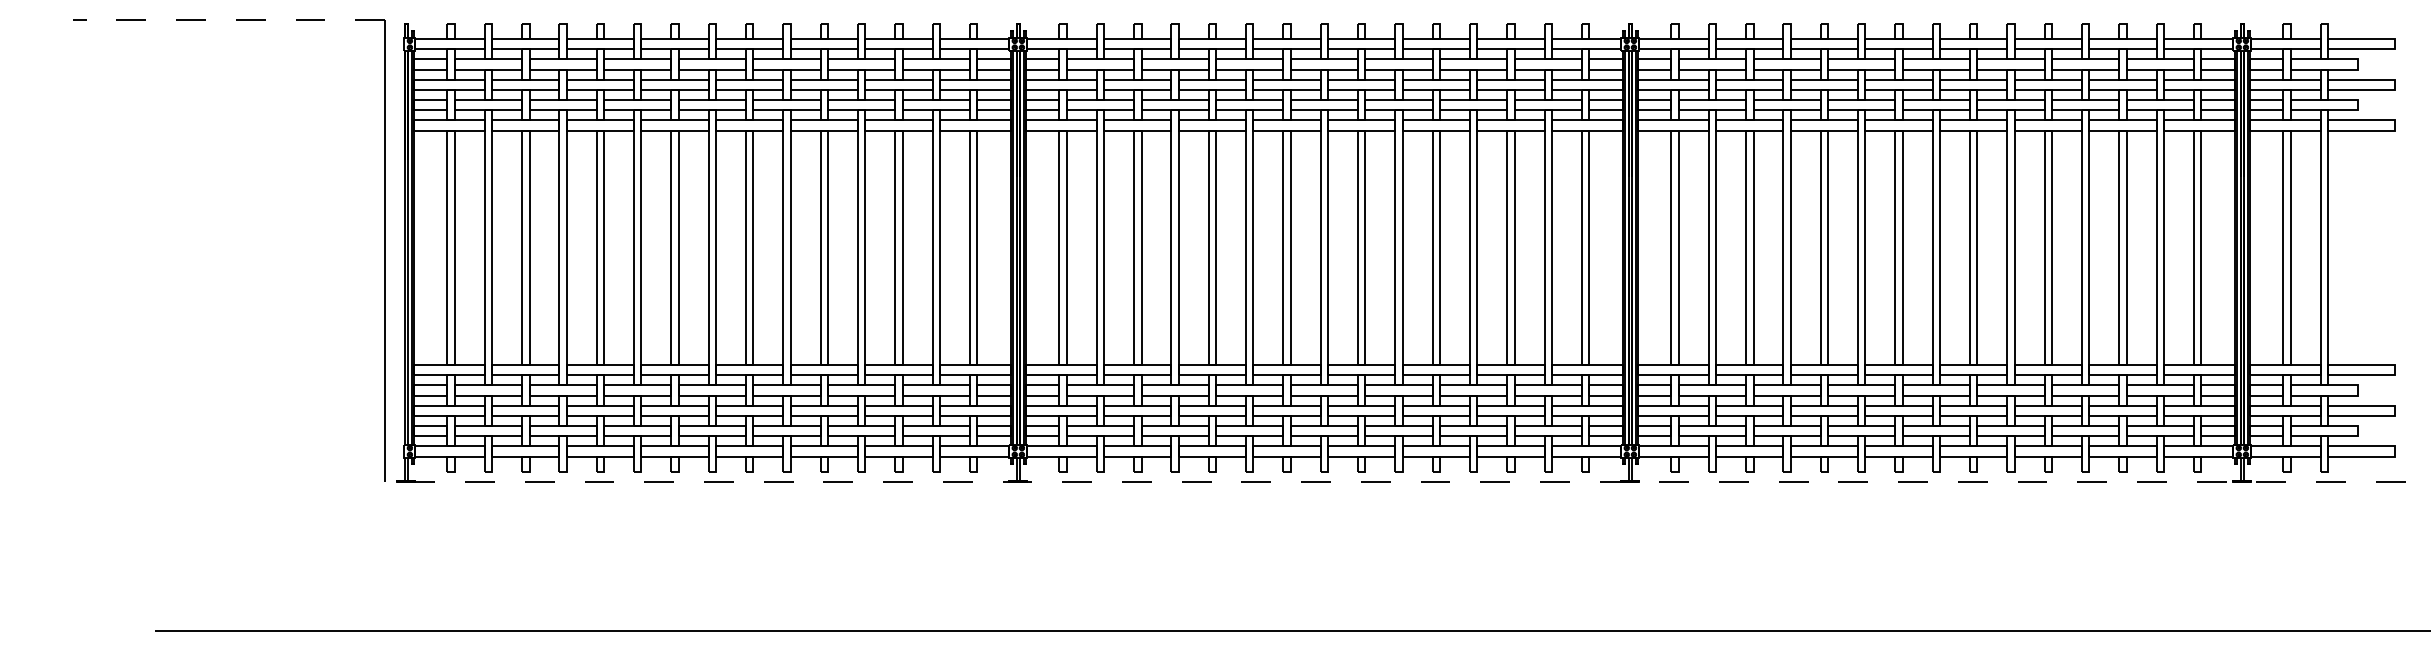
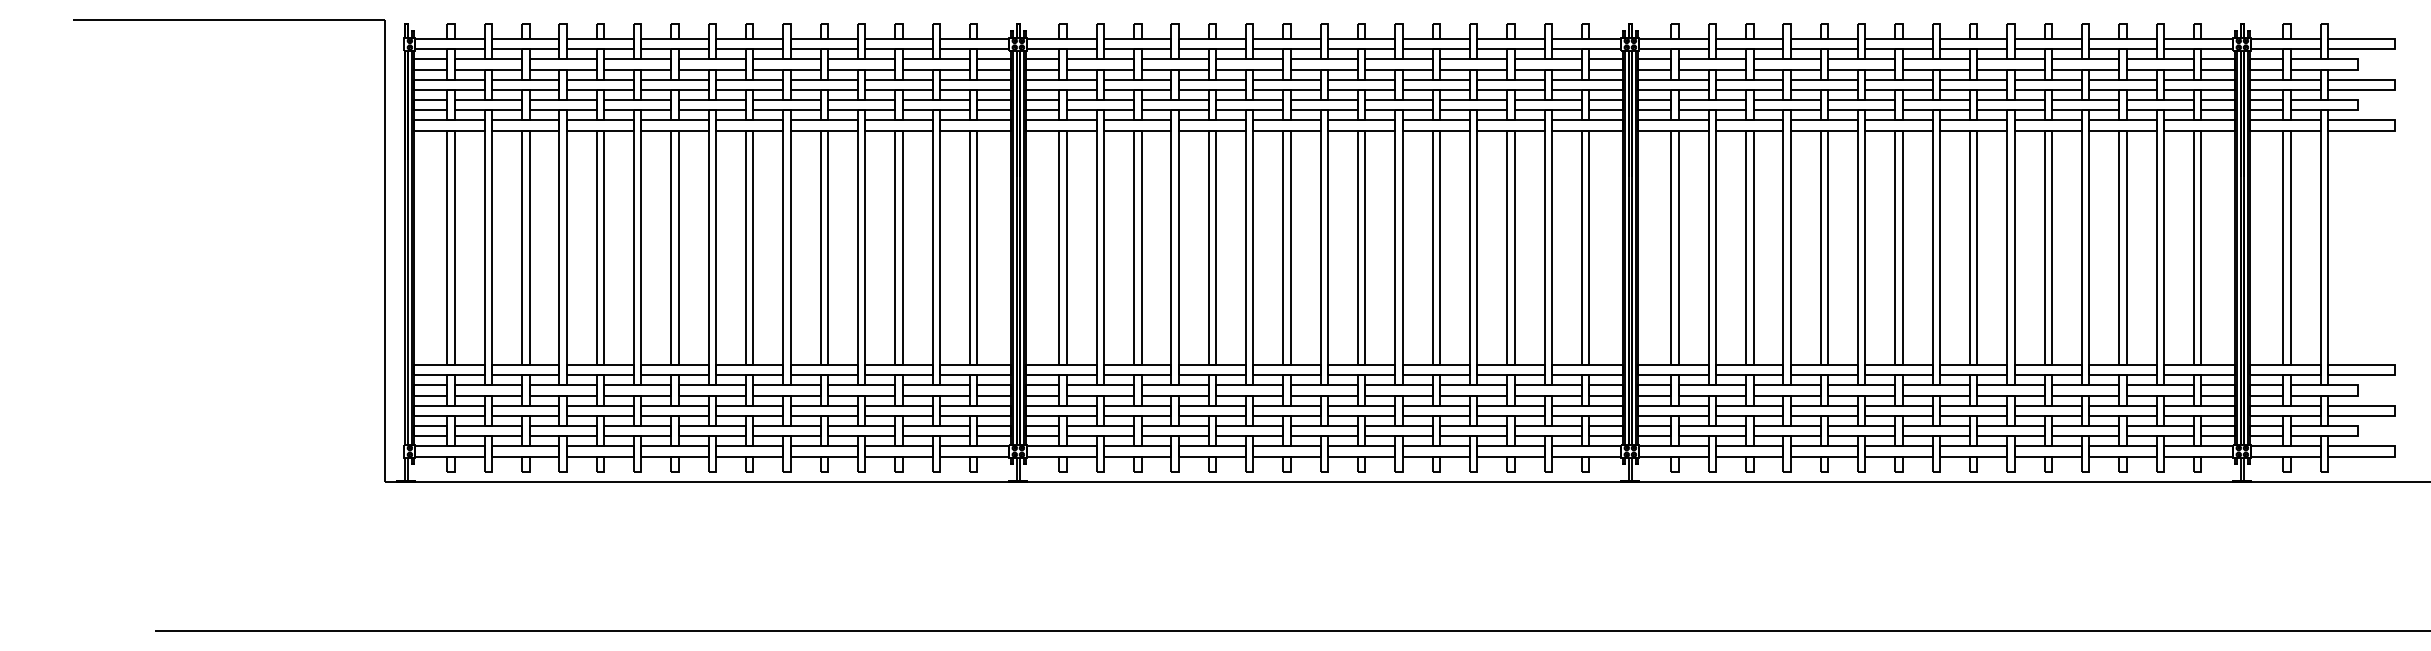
line at (228, 19): dashed -> solid
line at (1407, 482): dashed -> solid
